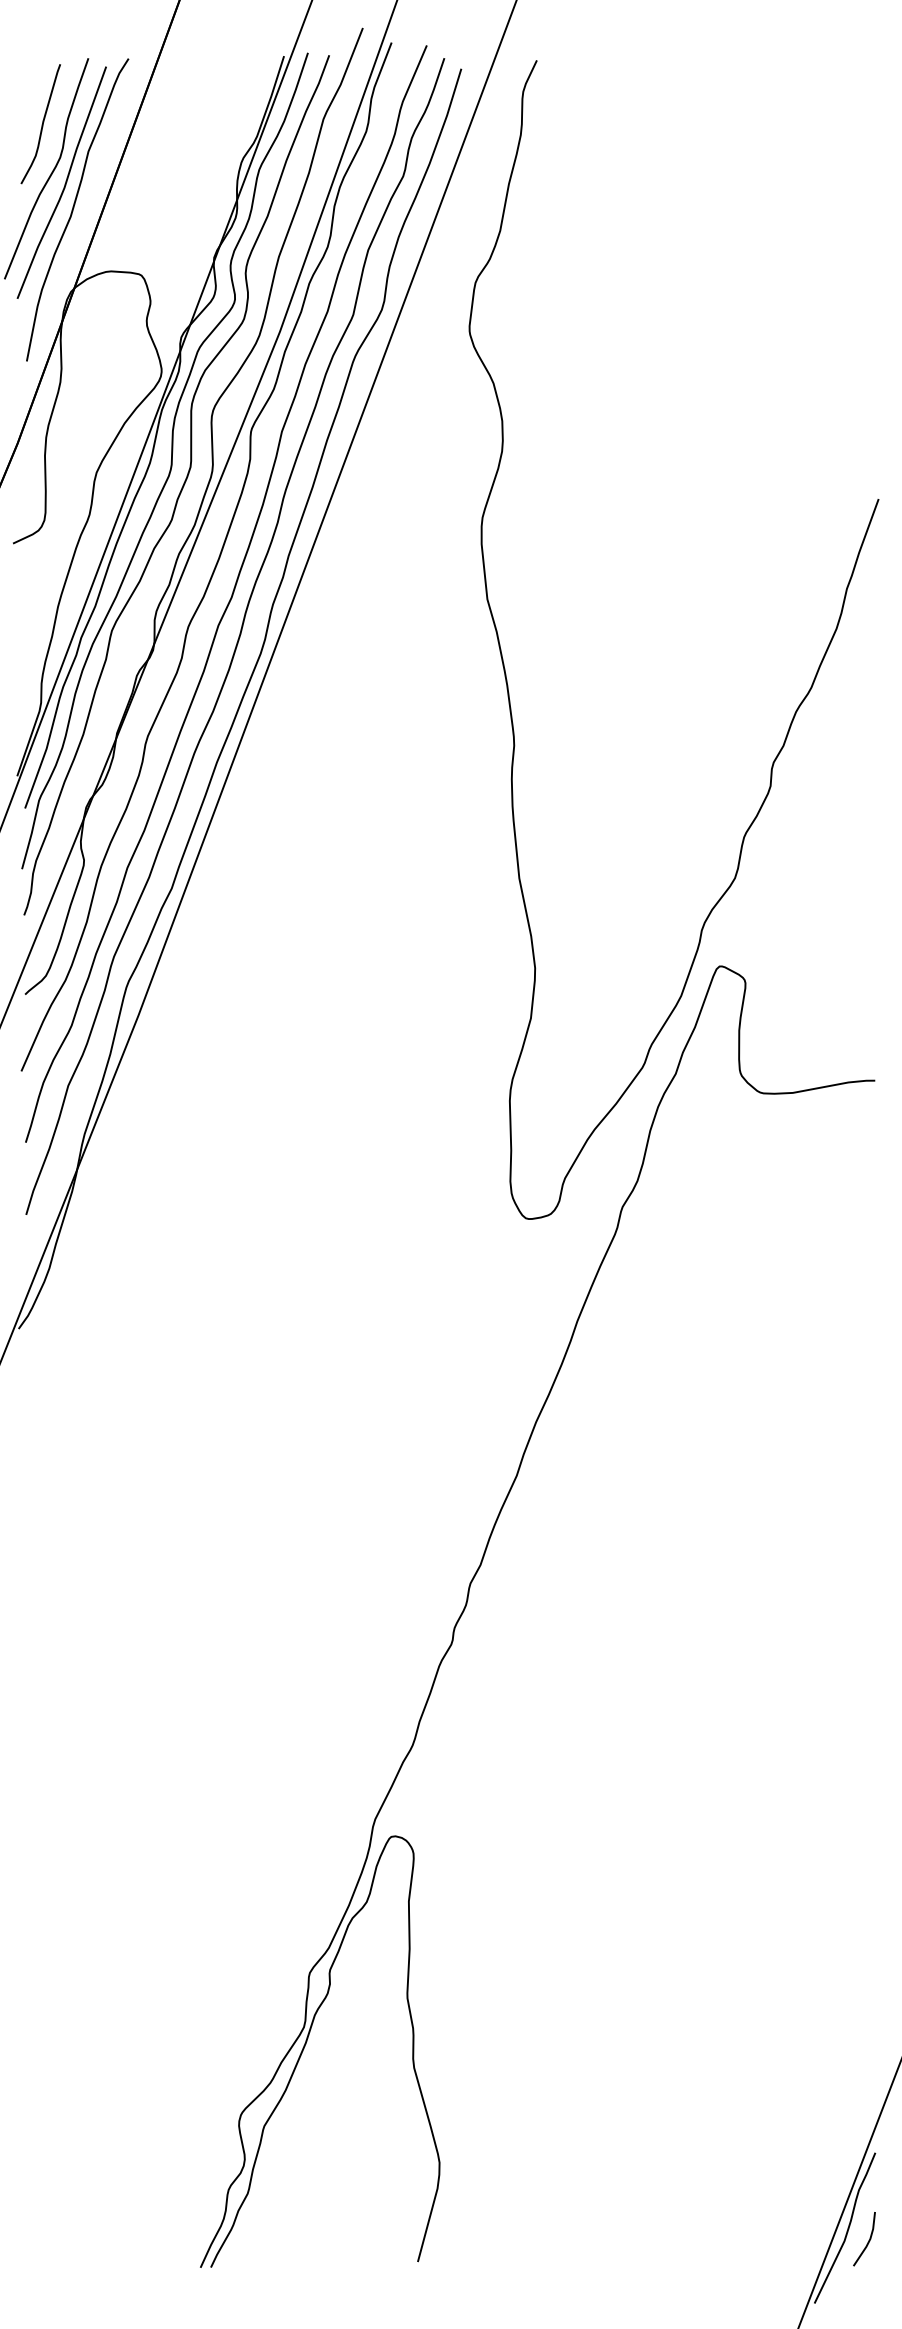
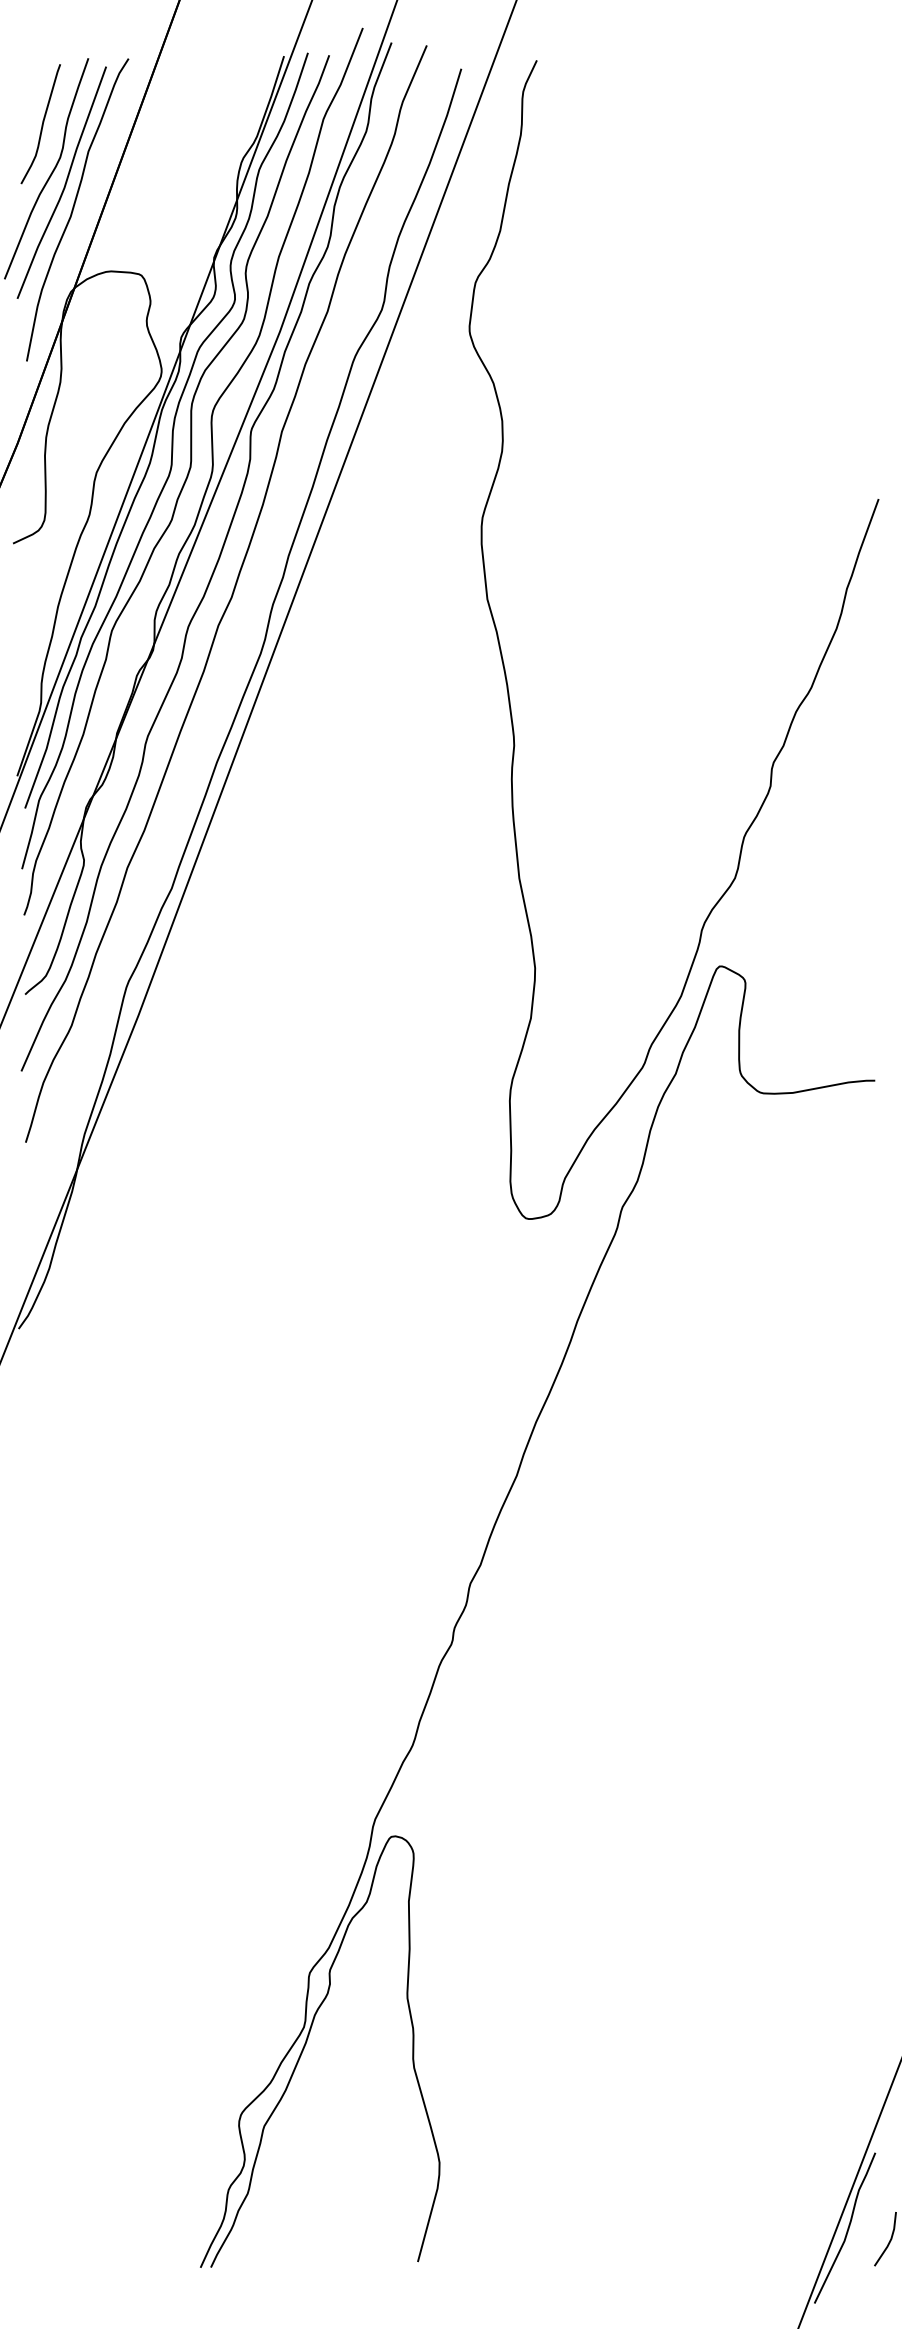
curve at (238, 636): present -> none
line at (868, 2240) position: (868, 2240) -> (889, 2240)
